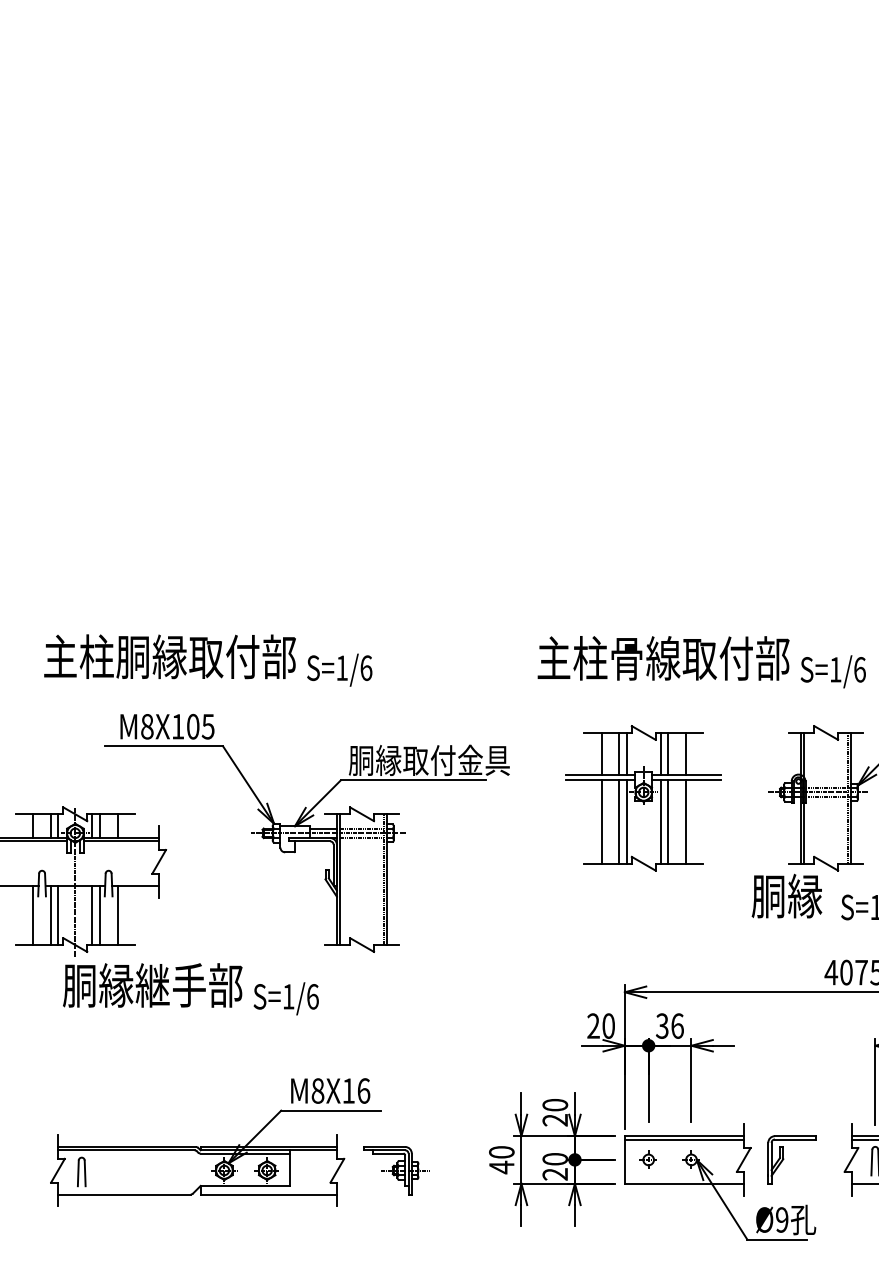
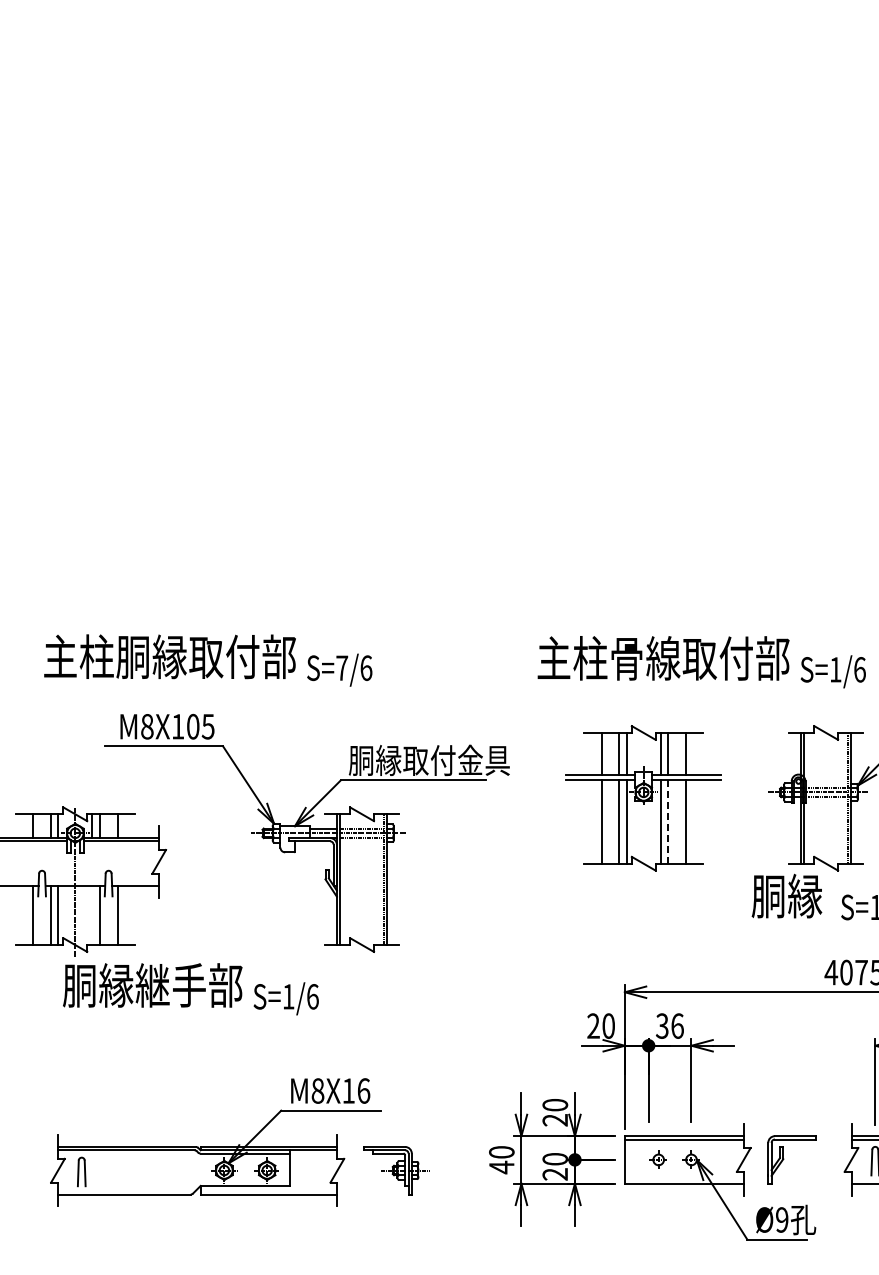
text at (342, 667): S=1/6 -> S=7/6
line at (668, 822): solid -> dashed
line at (92, 915): present -> none
part at (647, 1159) position: (647, 1159) -> (657, 1159)
